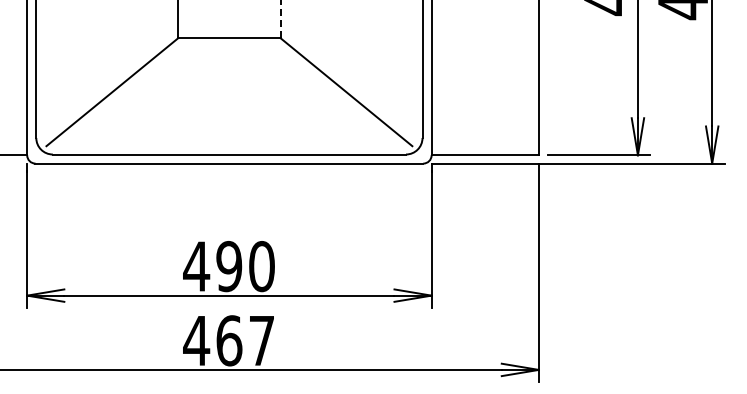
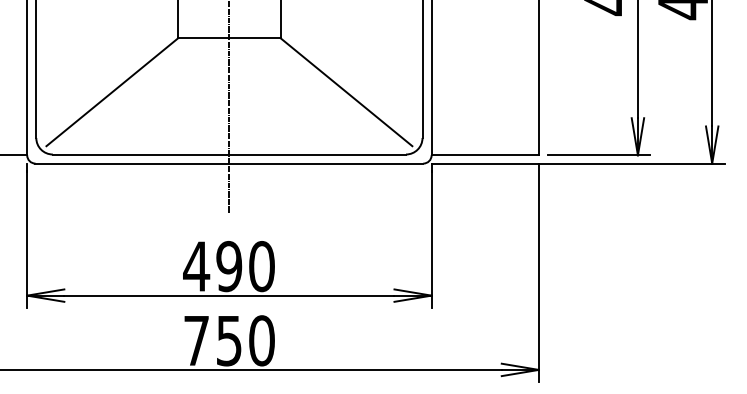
line at (280, 19): dashed -> solid
line at (229, 107): none -> present
text at (228, 340): 467 -> 750
